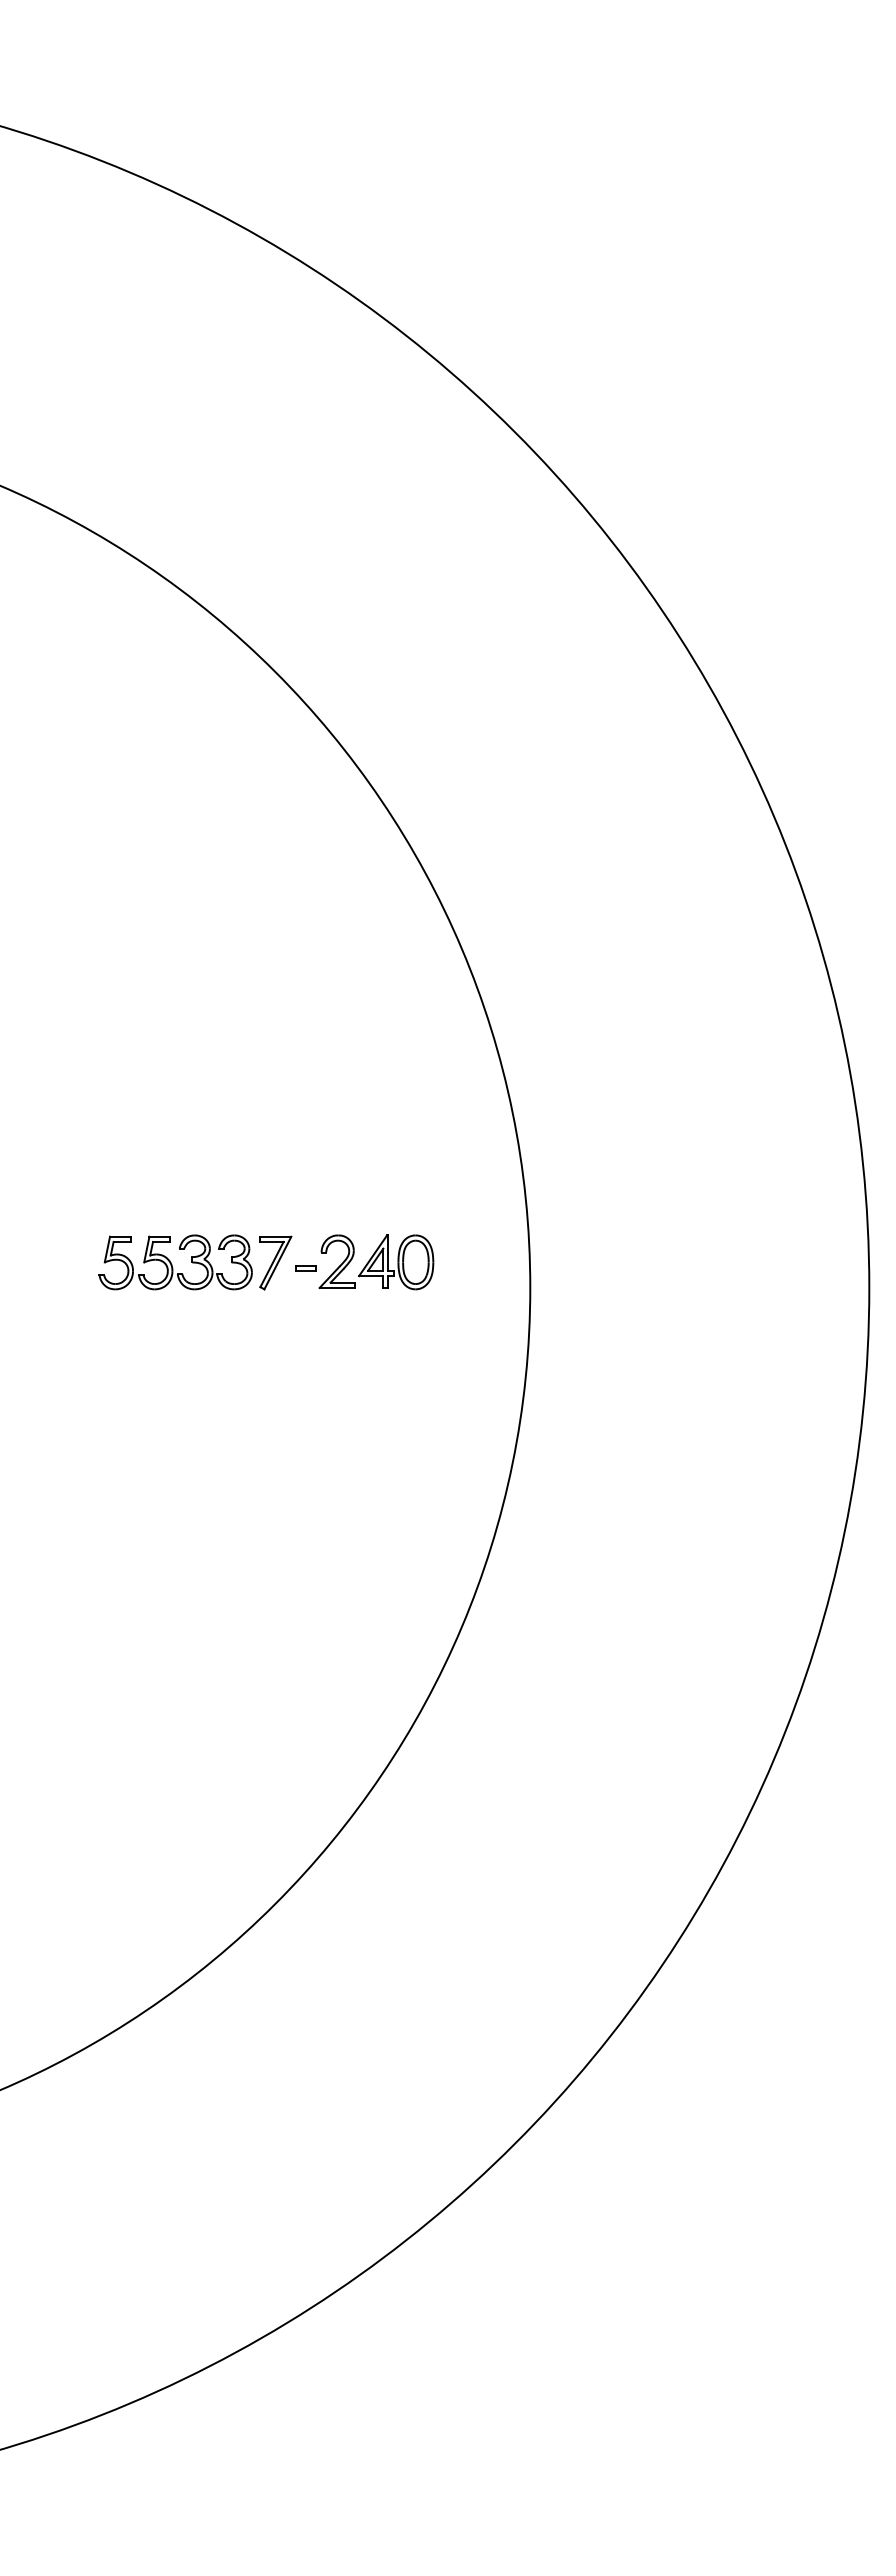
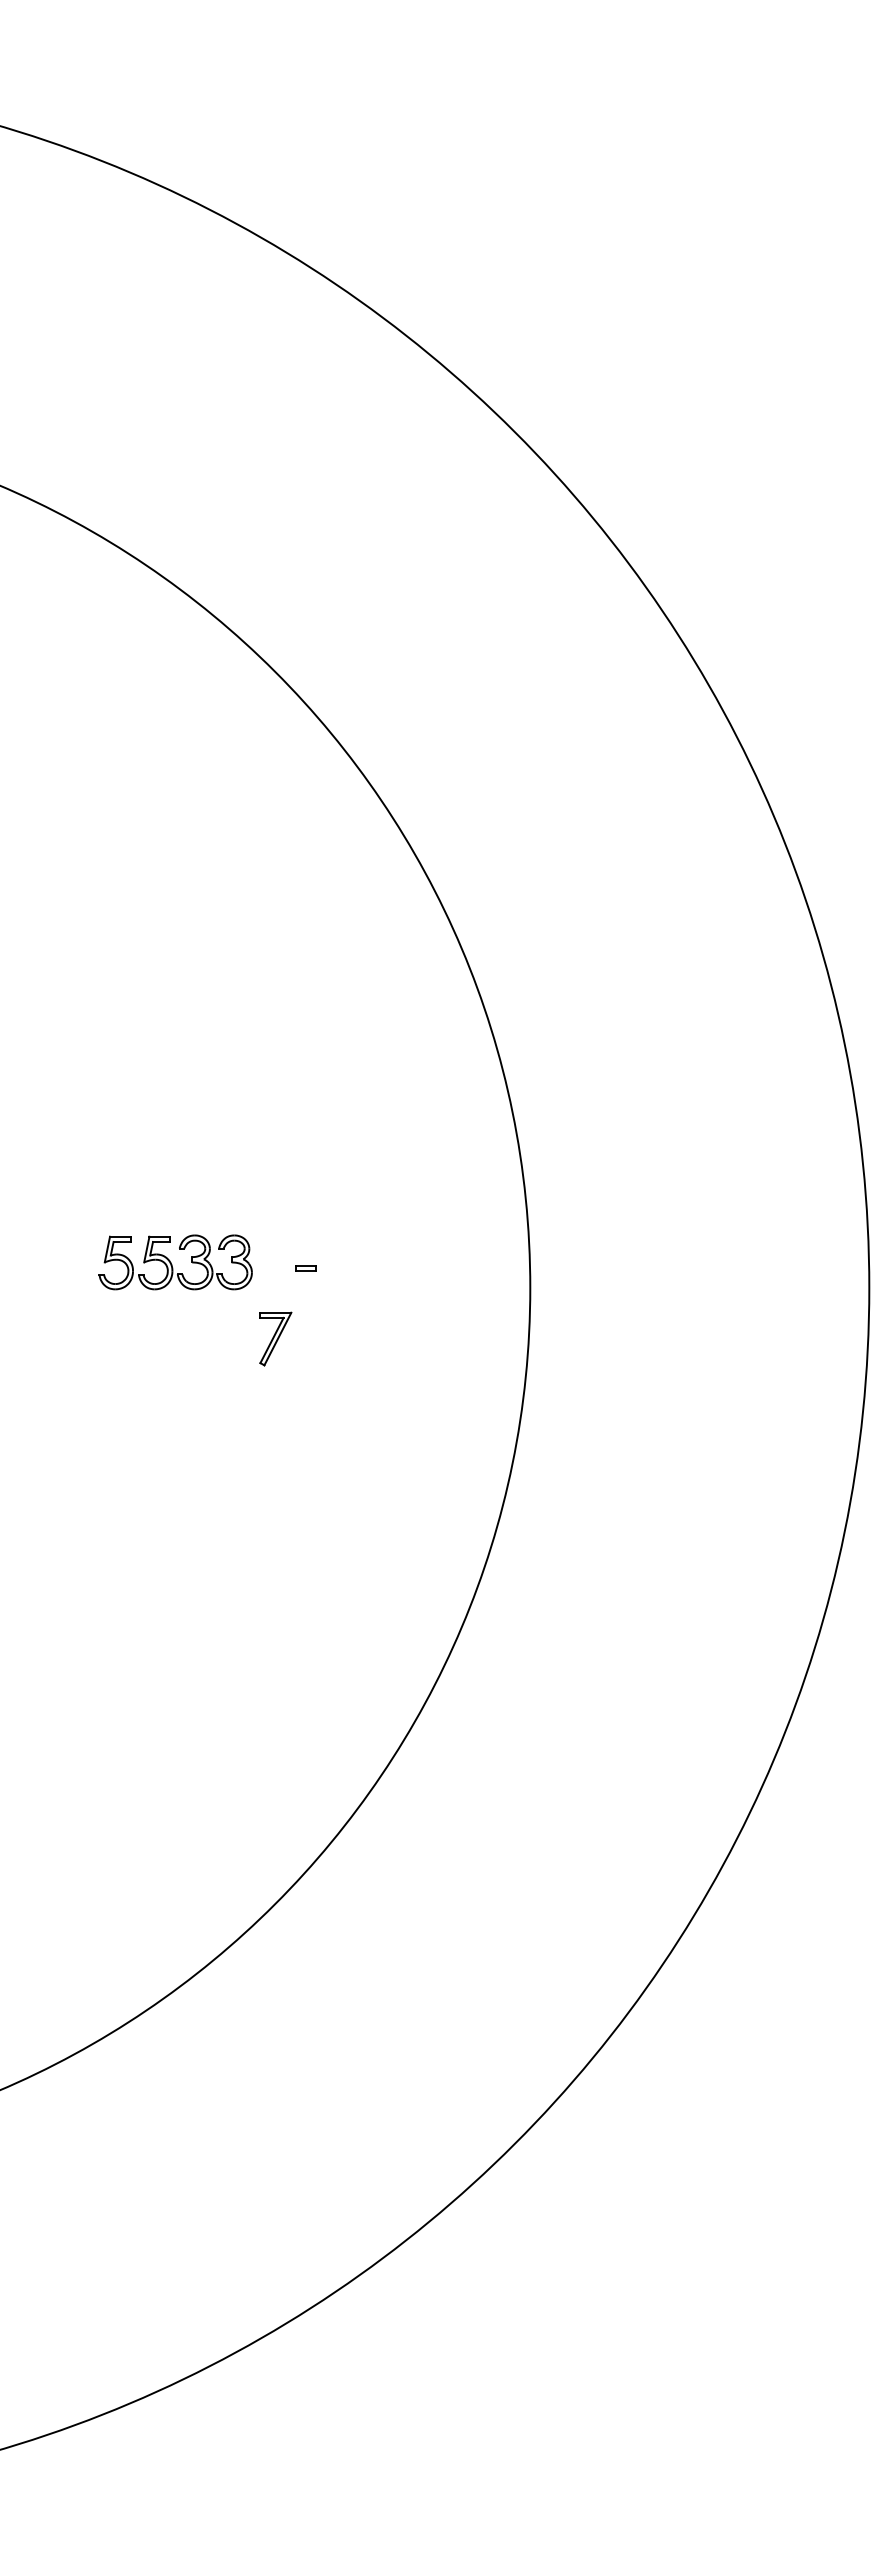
part at (275, 1262) position: (275, 1262) -> (275, 1338)
part at (376, 1262): present -> none
